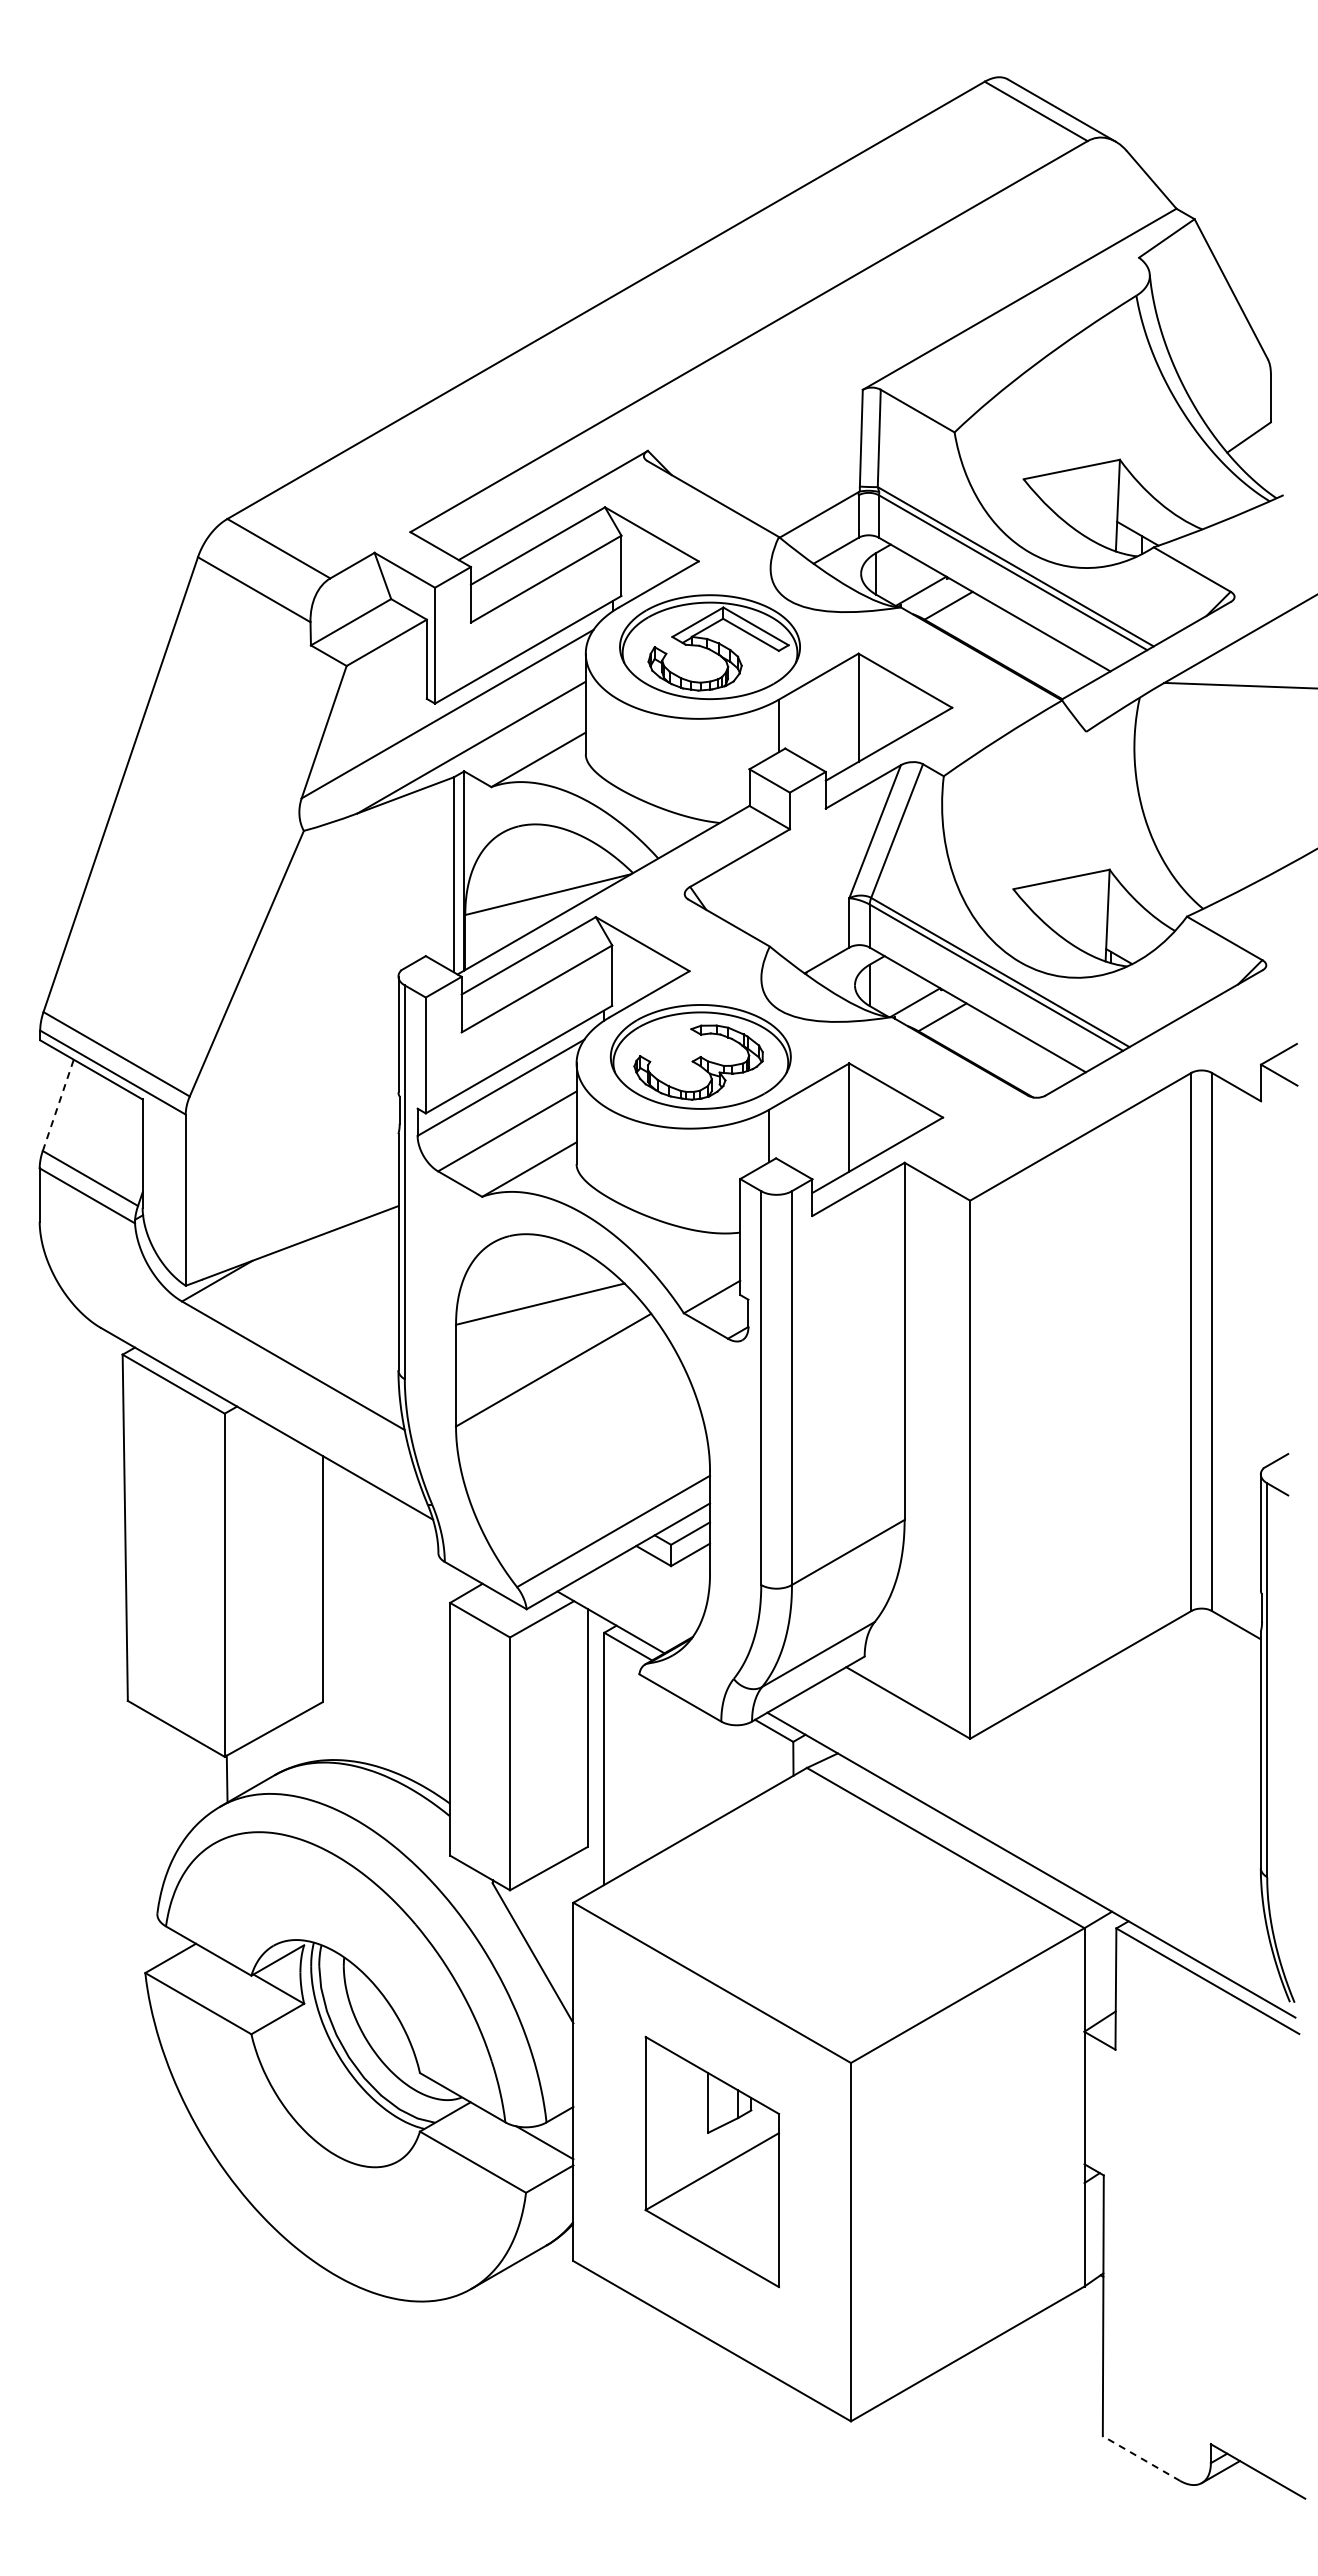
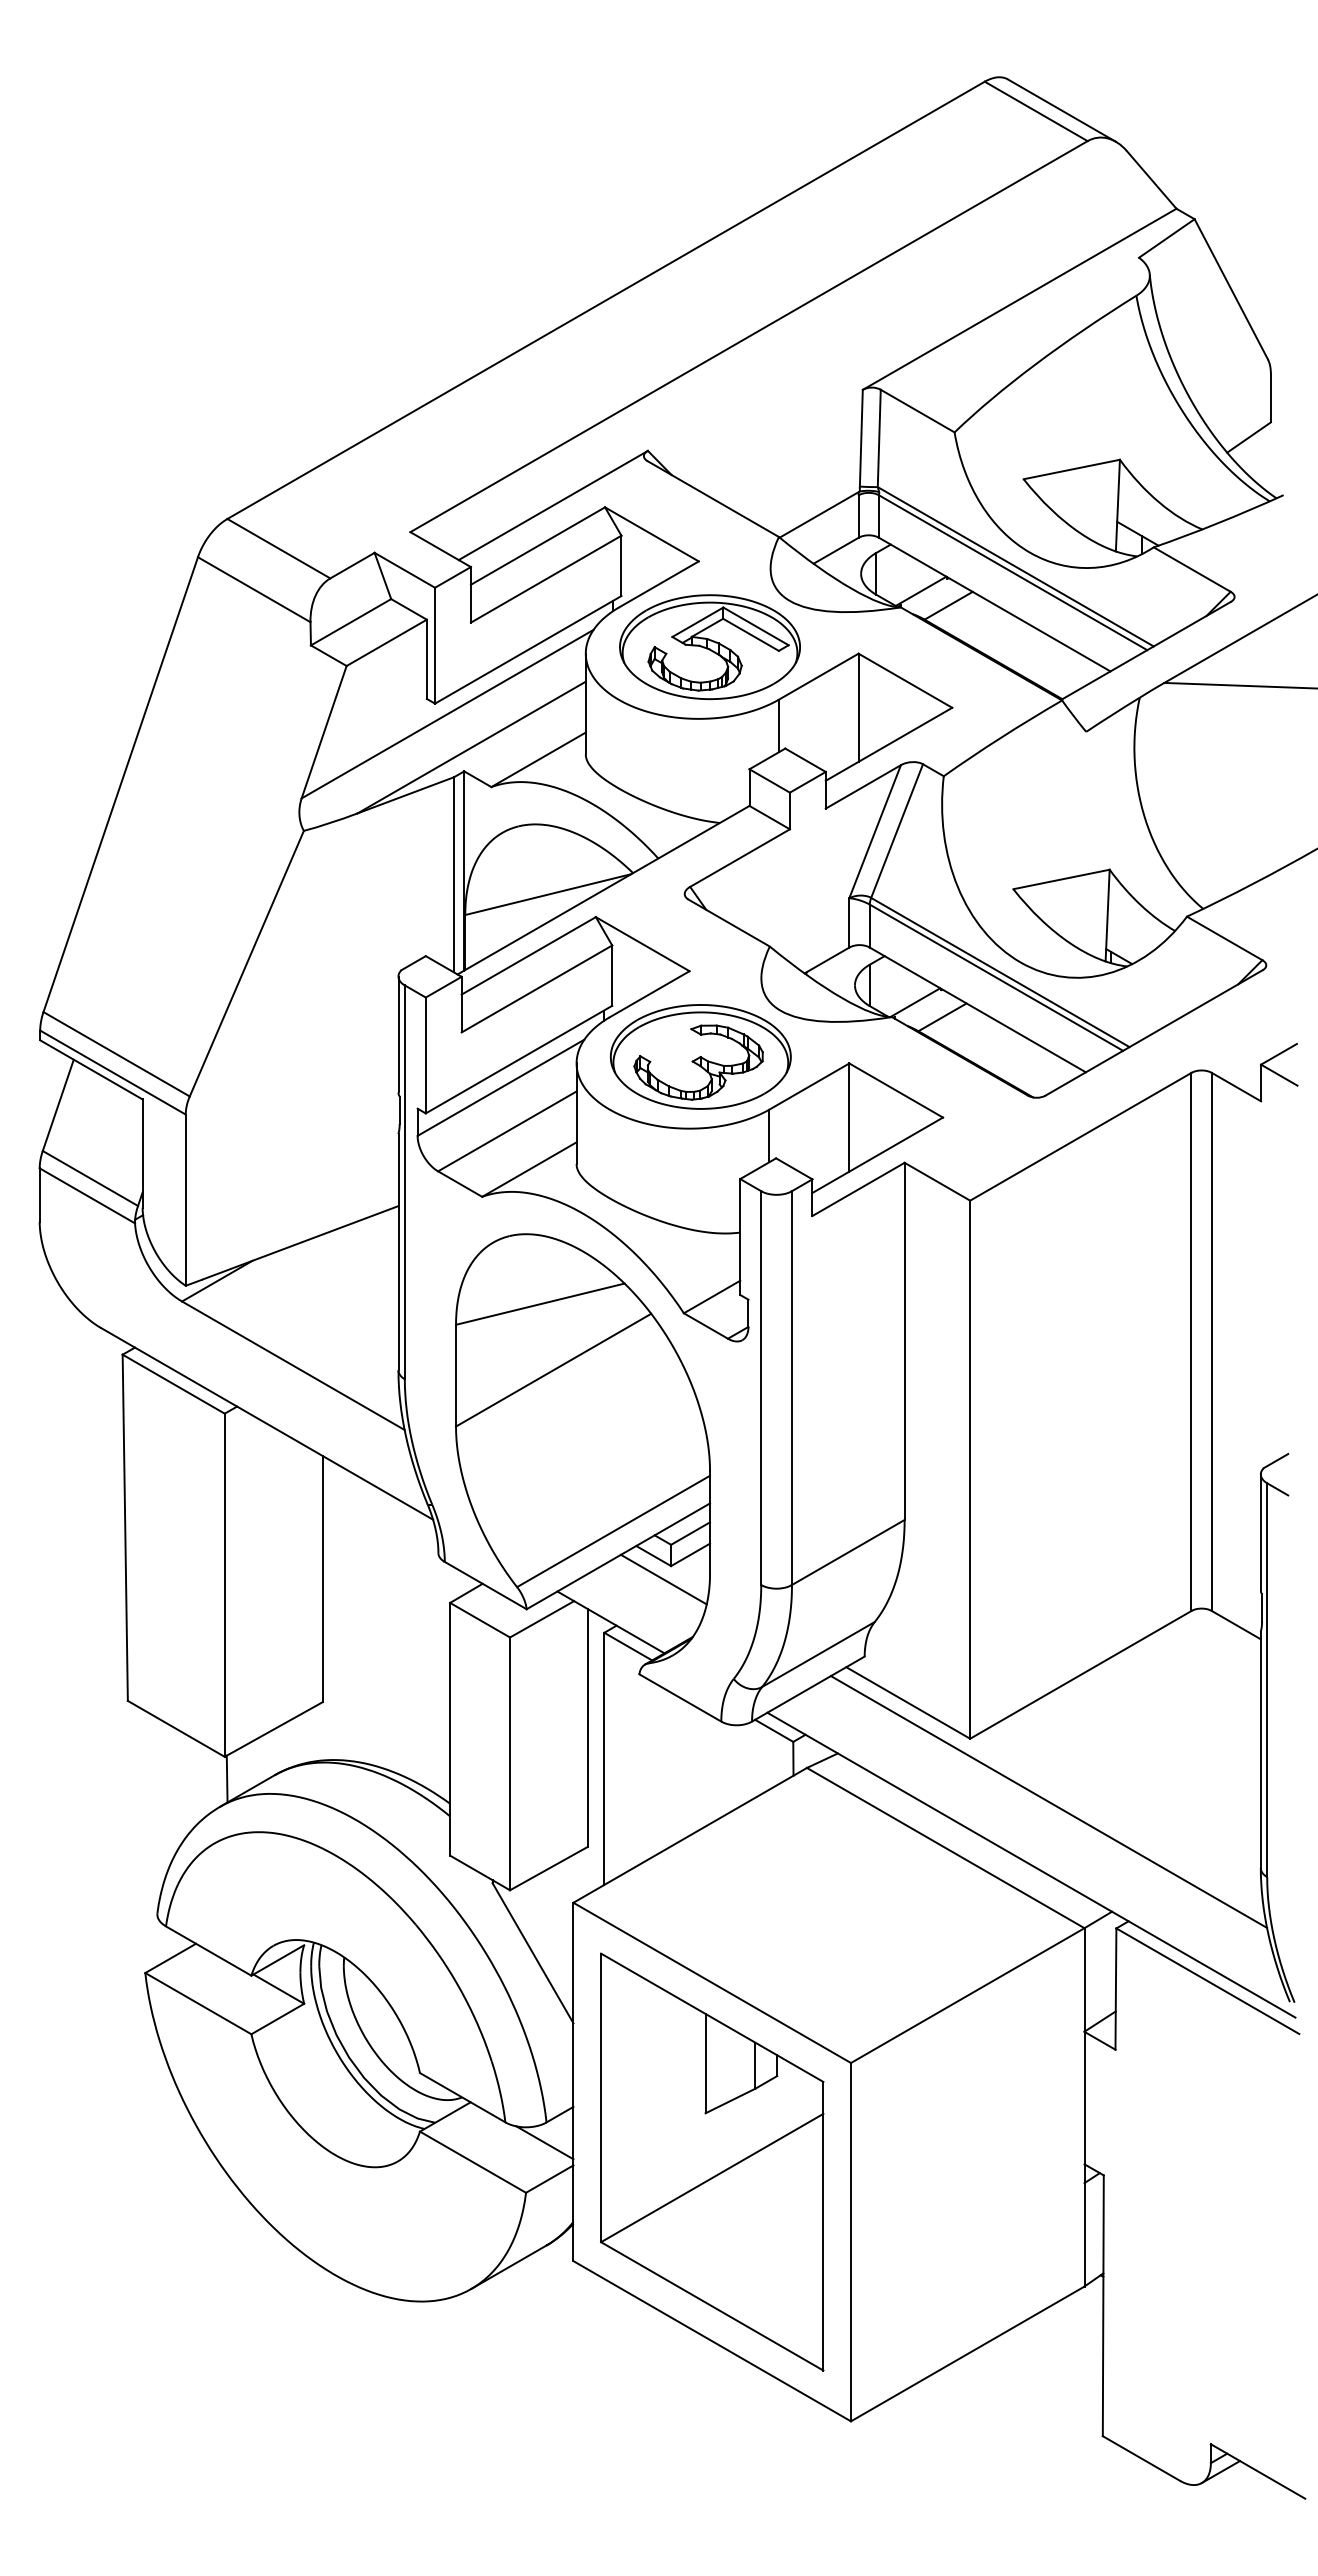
line at (58, 1104): dashed -> solid
line at (663, 1579): none -> present
line at (1048, 1801): none -> present
part at (712, 2161) size: 137x254 px -> 225x420 px
line at (1141, 2458): dashed -> solid
